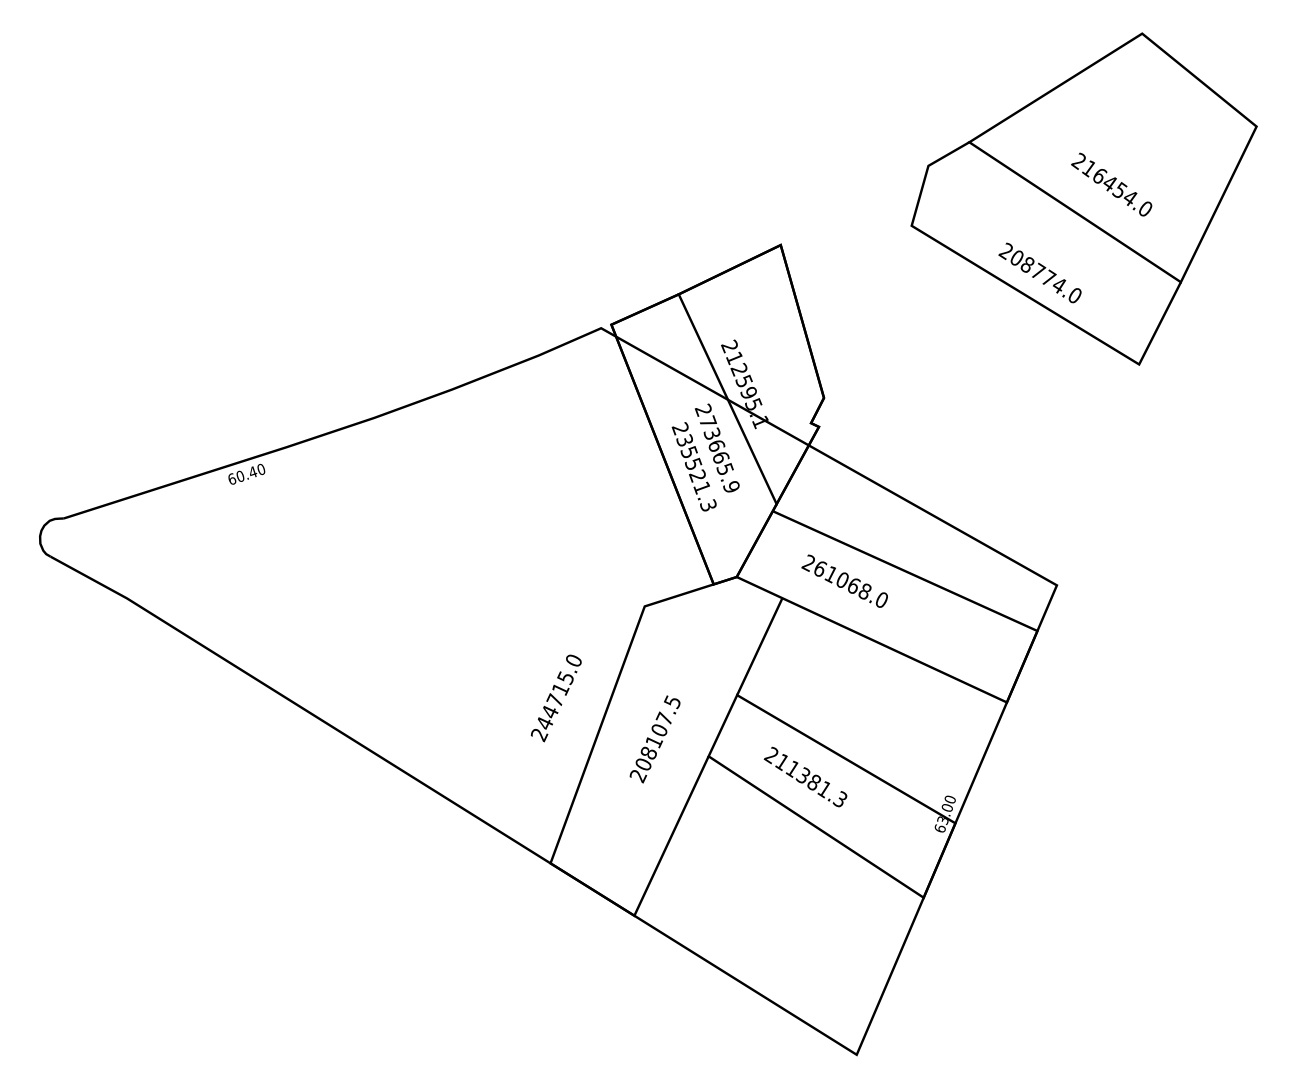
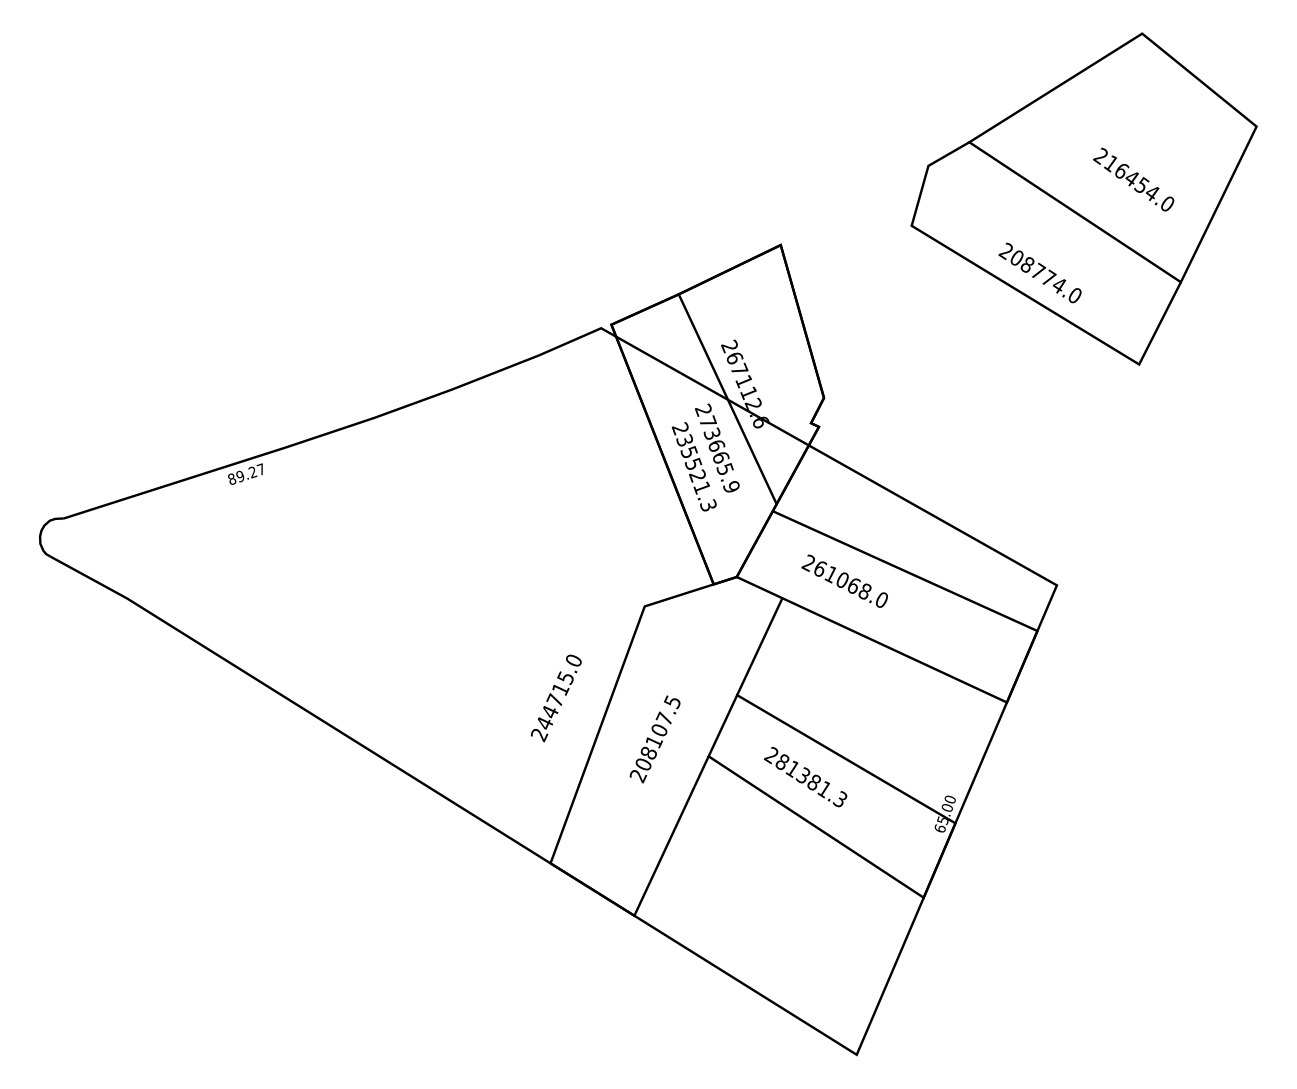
text at (1111, 184) position: (1111, 184) -> (1133, 179)
text at (747, 390): 212595.1 -> 267112.6
text at (246, 473): 60.40 -> 89.27
text at (782, 762): 211381.3 -> 281381.3
text at (942, 819): 63.00 -> 65.00
